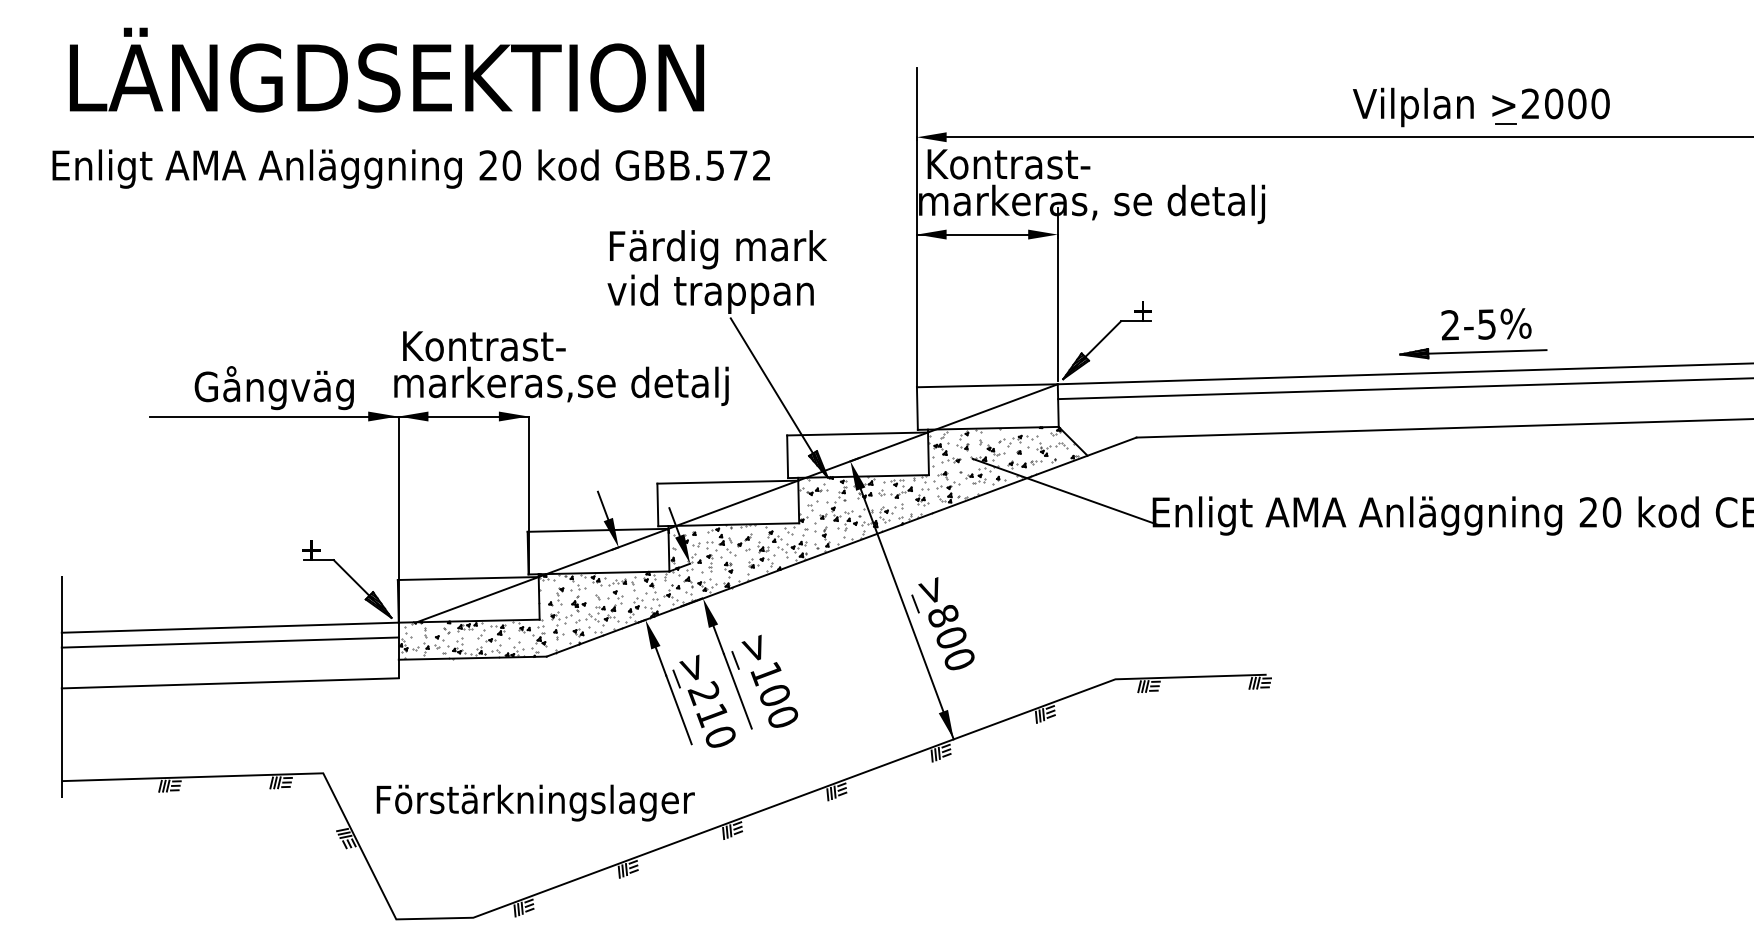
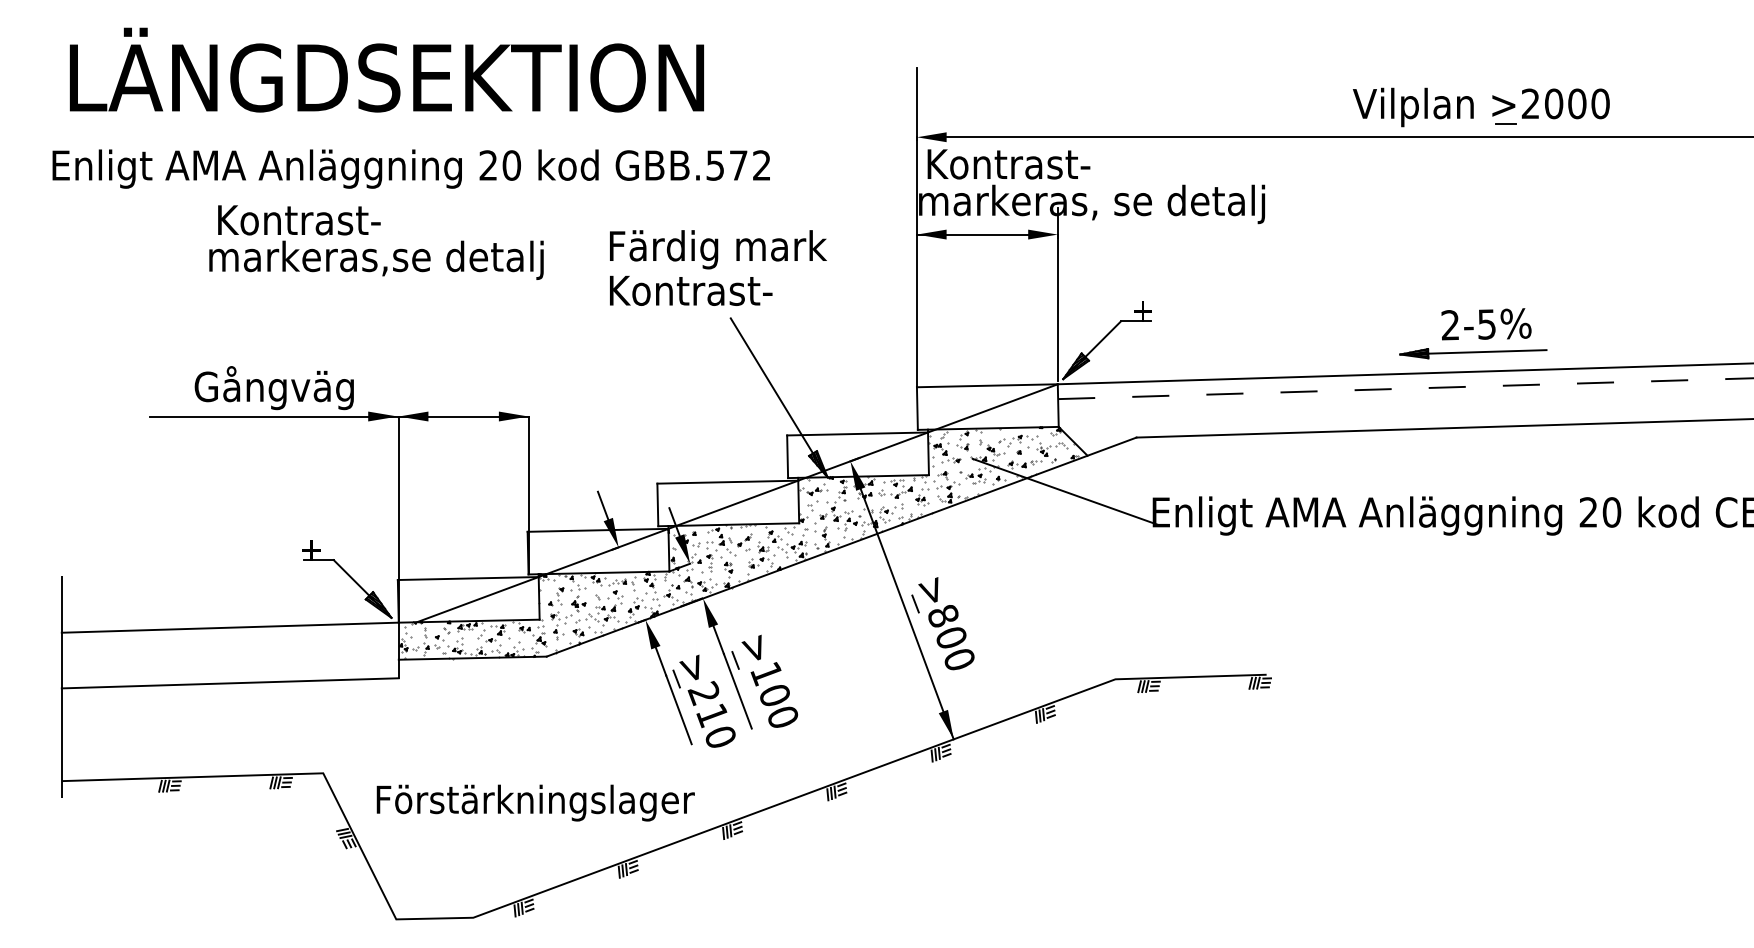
text at (710, 293): vid trappan -> Kontrast-
text at (561, 368) position: (561, 368) -> (376, 242)
line at (1405, 388): solid -> dashed
line at (229, 642): present -> none
